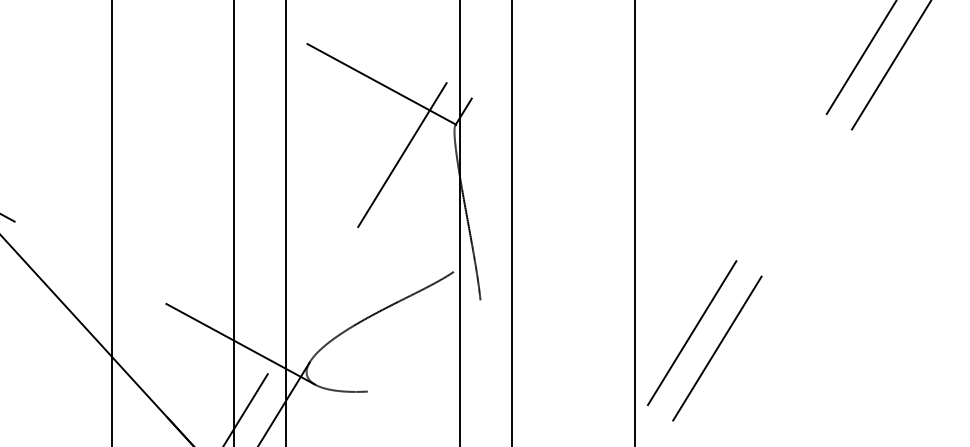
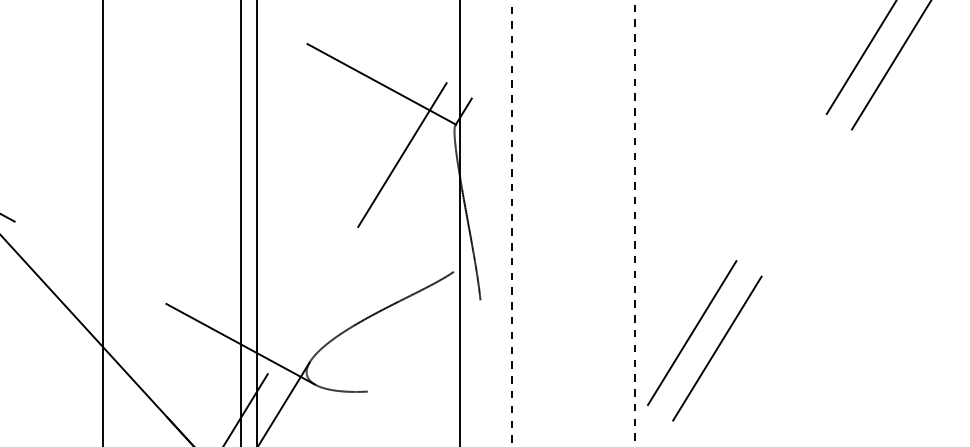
line at (111, 222) position: (111, 222) -> (102, 222)
line at (234, 222) position: (234, 222) -> (241, 222)
line at (286, 222) position: (286, 222) -> (257, 222)
line at (511, 223): solid -> dashed
line at (634, 223): solid -> dashed
